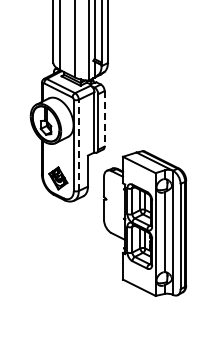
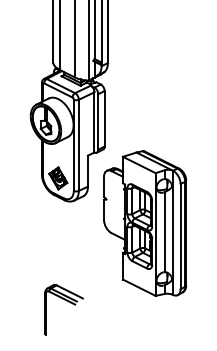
line at (104, 118): dashed -> solid
line at (78, 145): dashed -> solid
part at (66, 301): none -> present
